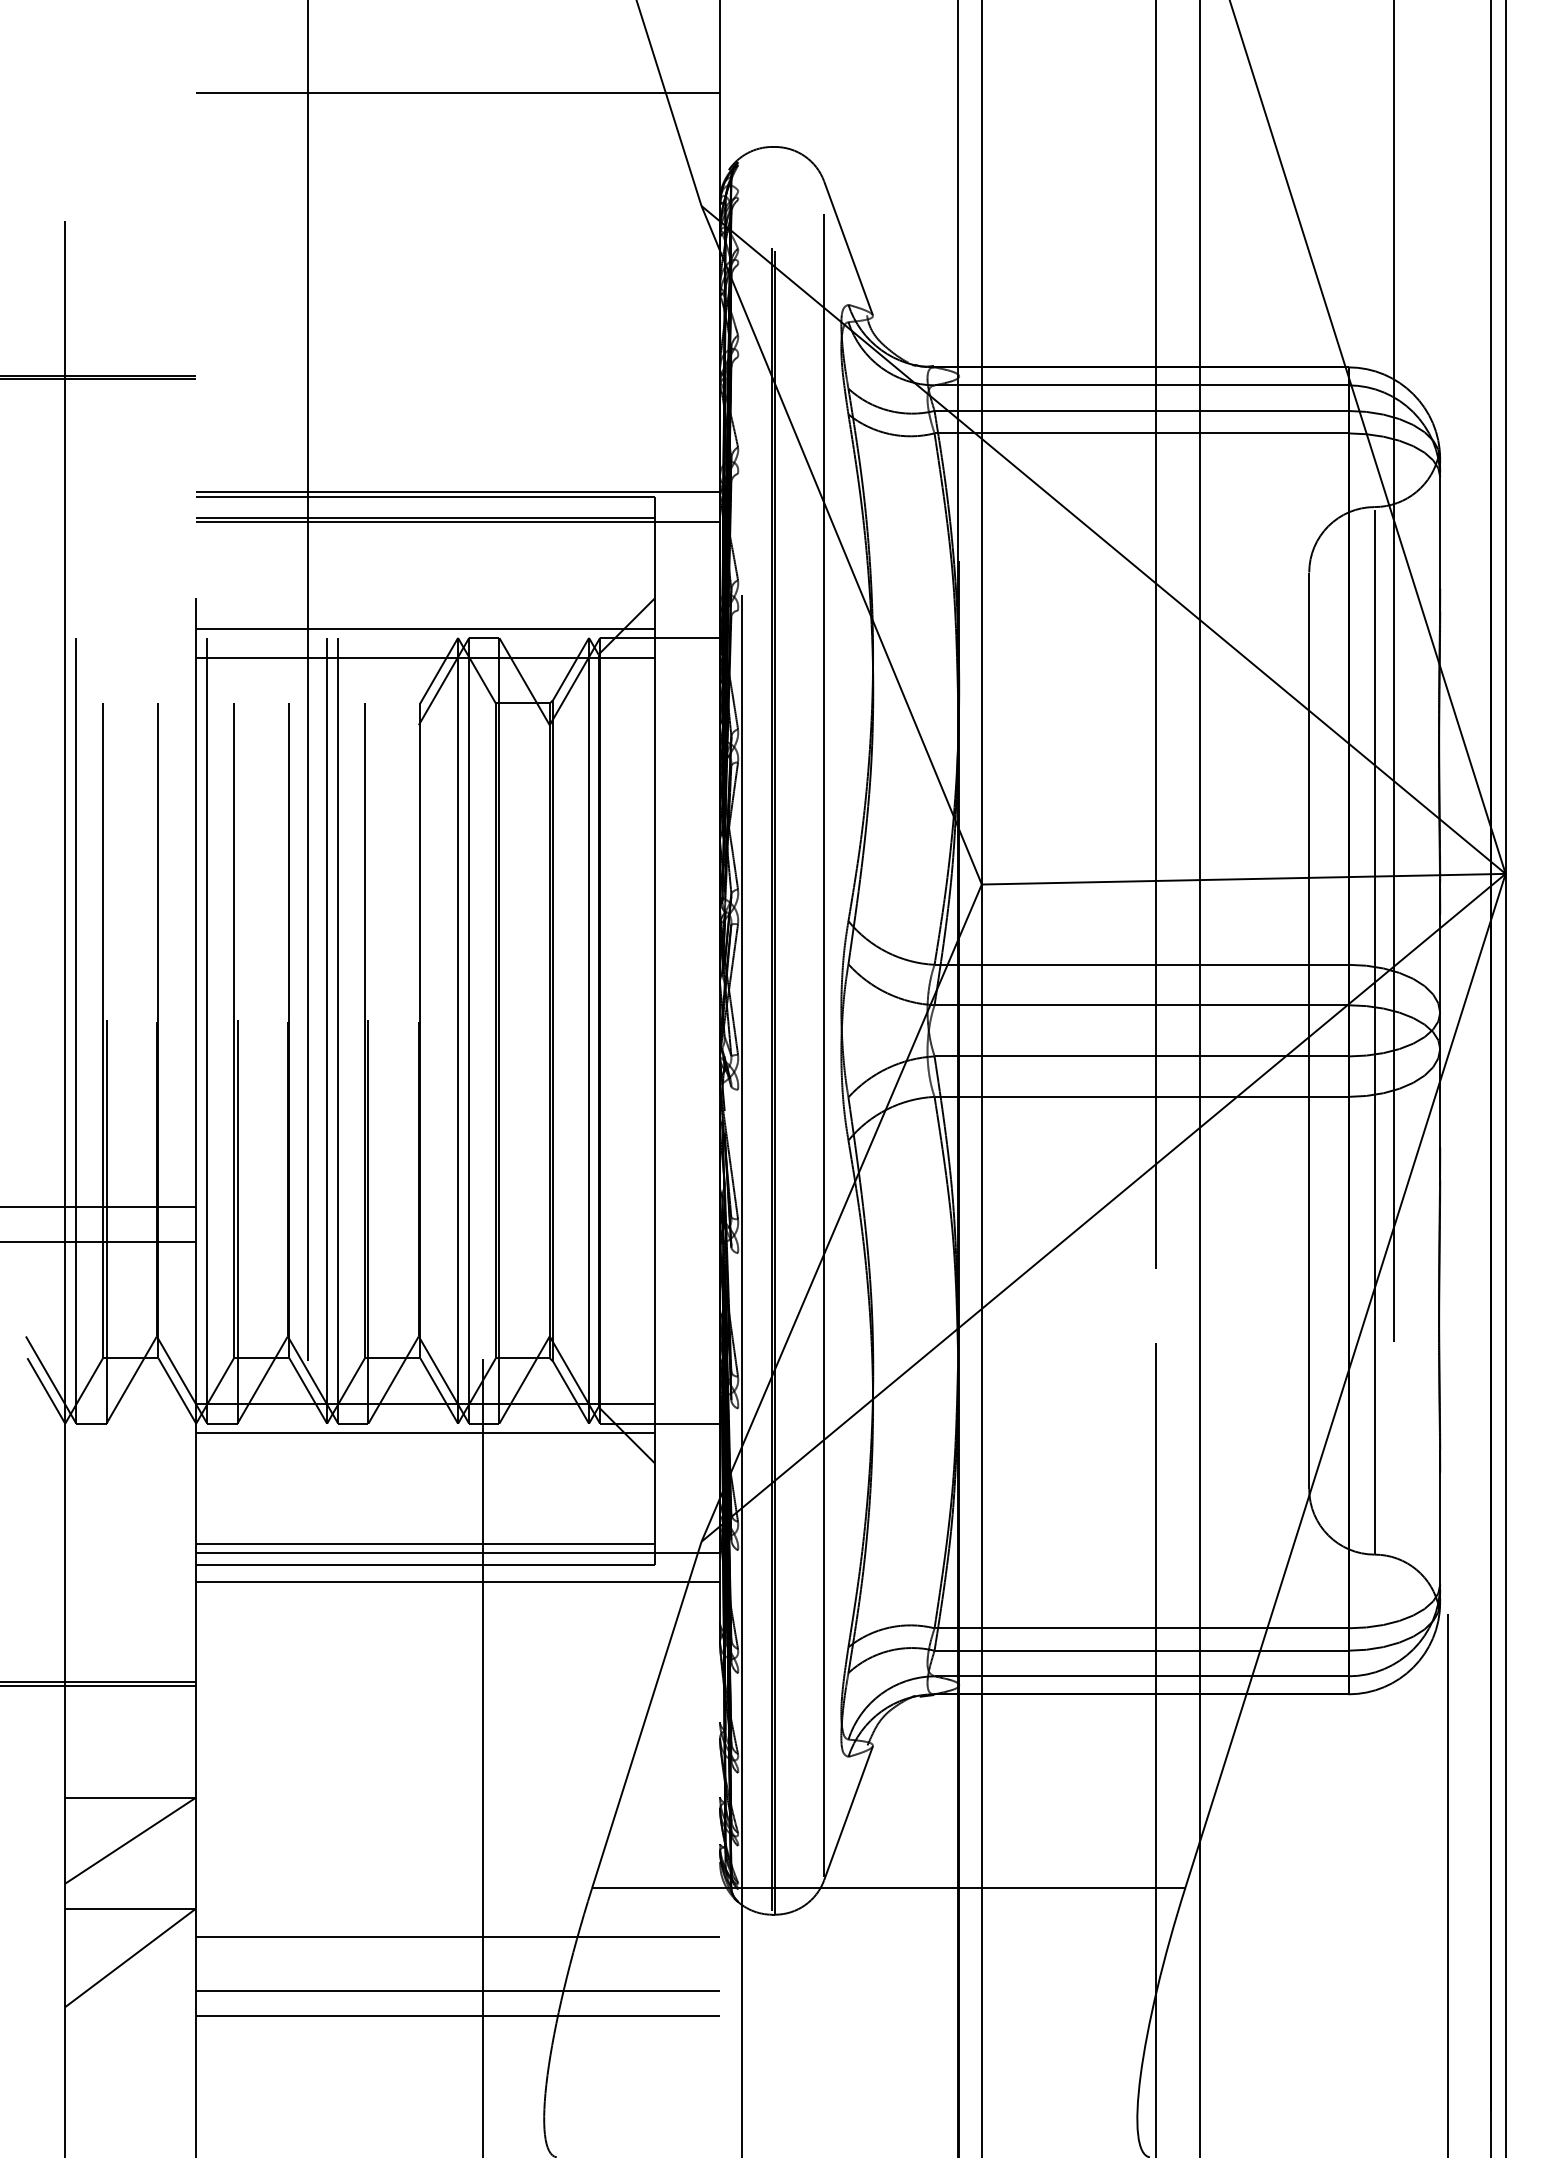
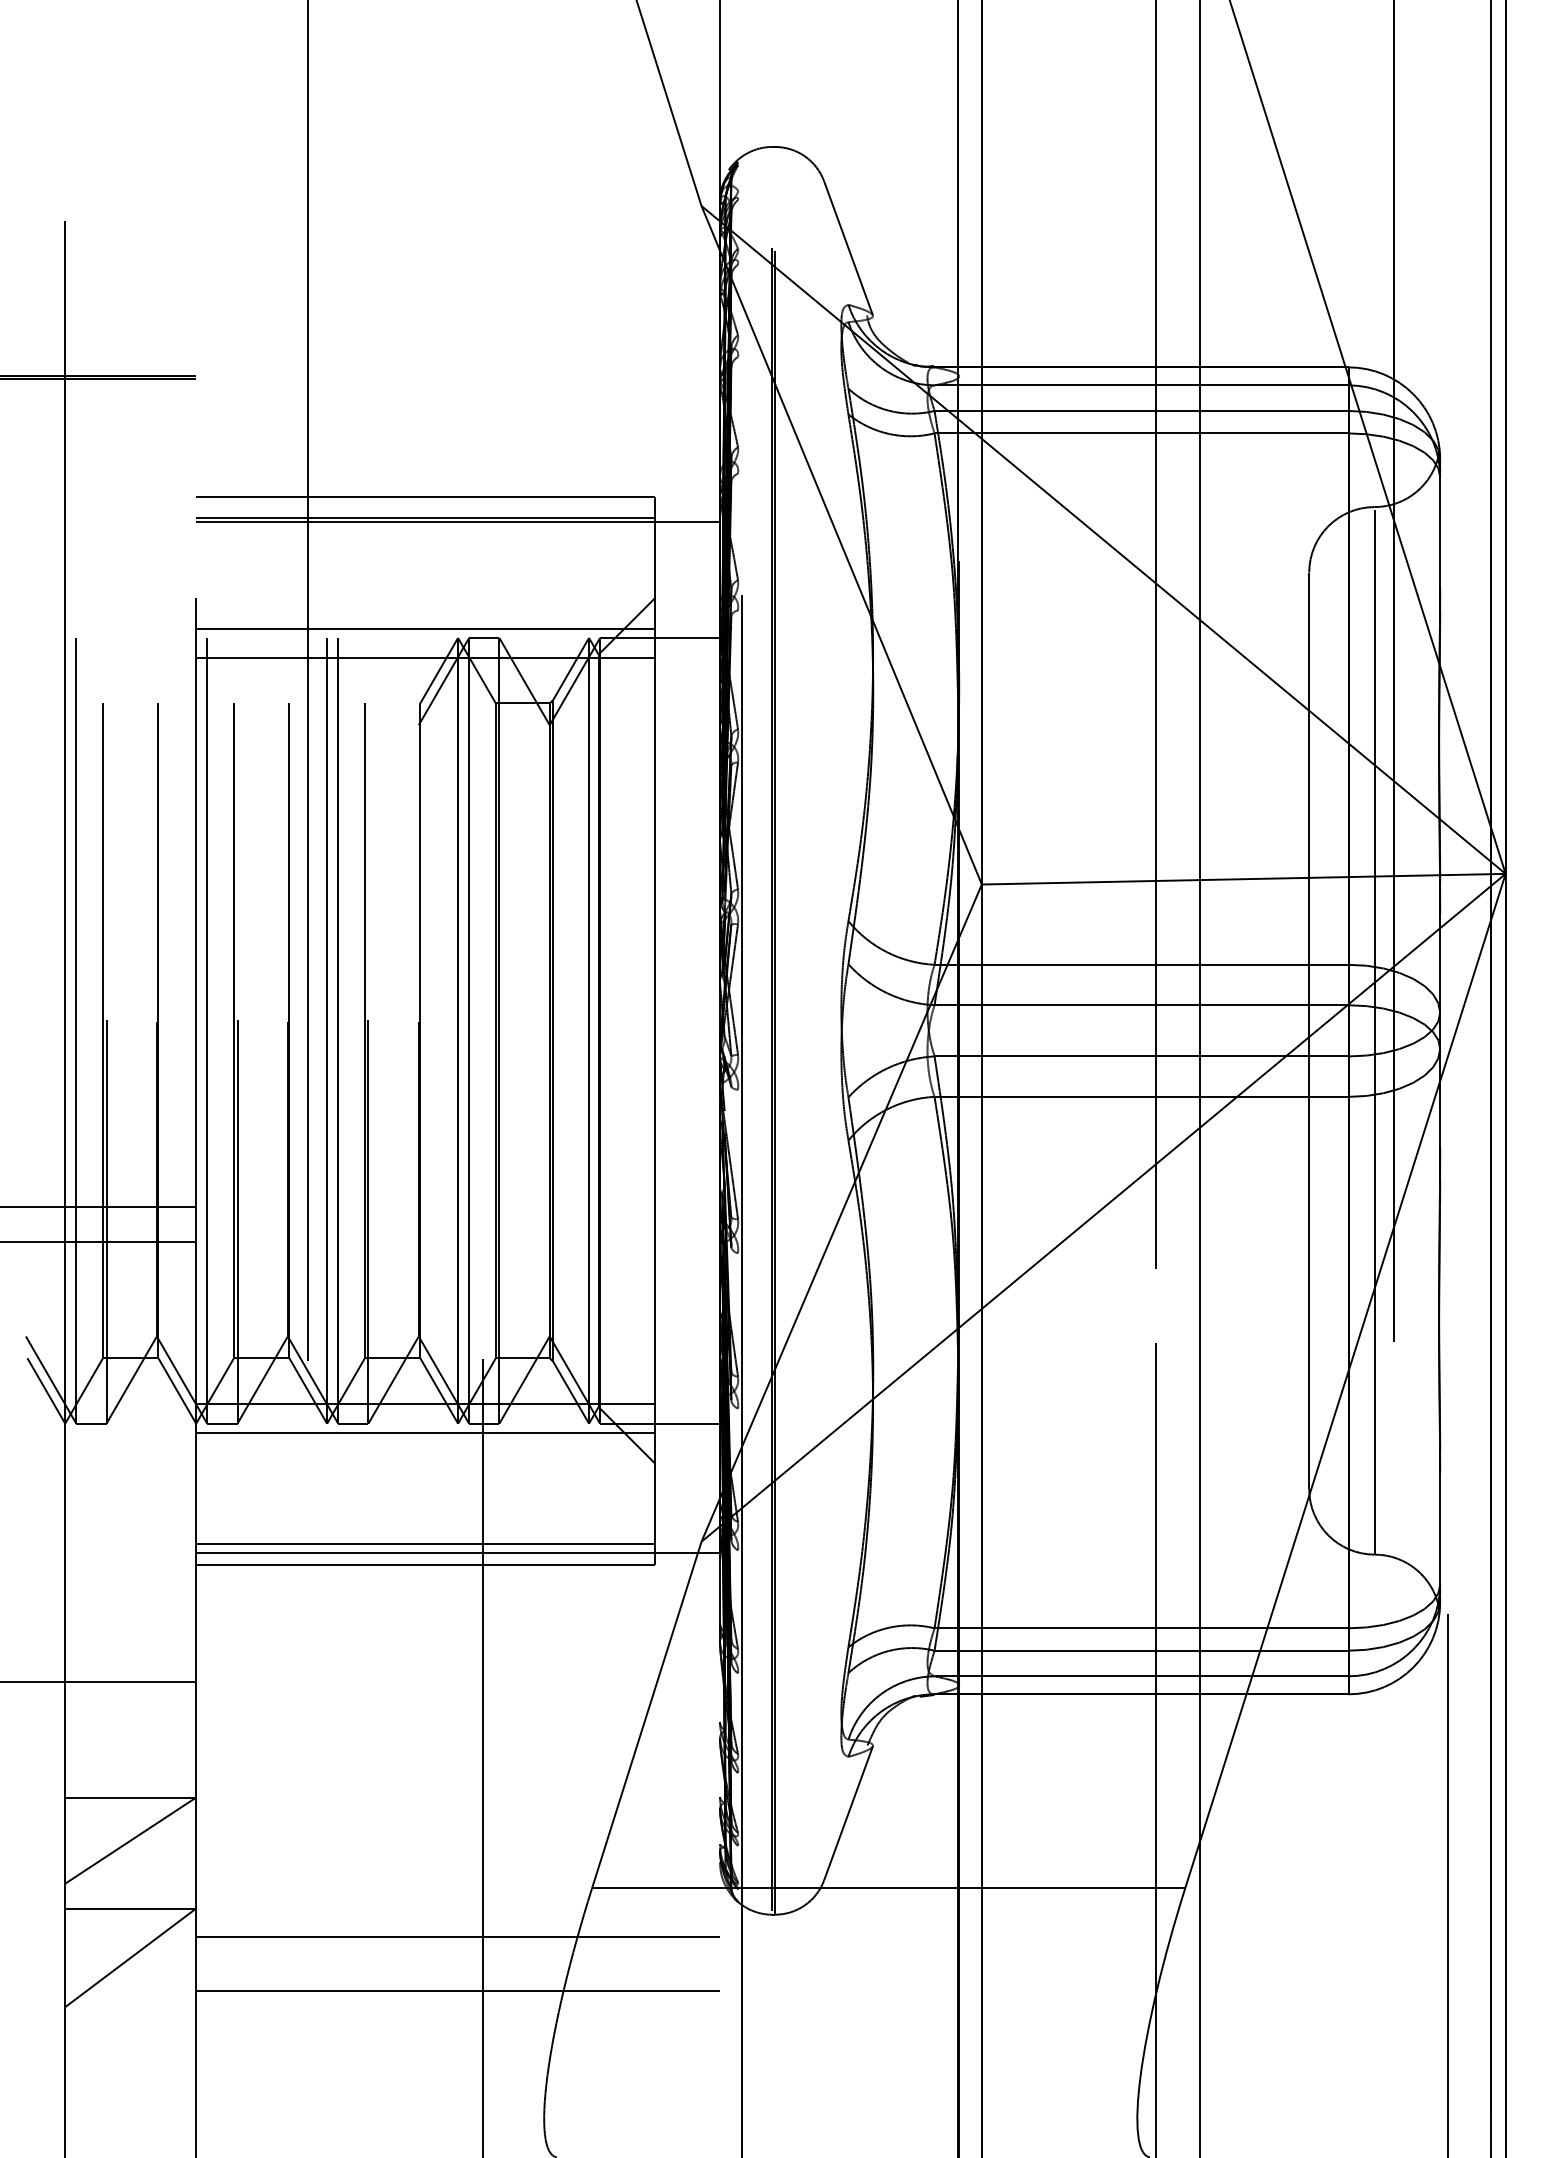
line at (457, 93): present -> none
line at (457, 492): present -> none
line at (824, 1030): present -> none
line at (457, 1582): present -> none
line at (99, 1685): present -> none
line at (457, 2016): present -> none
